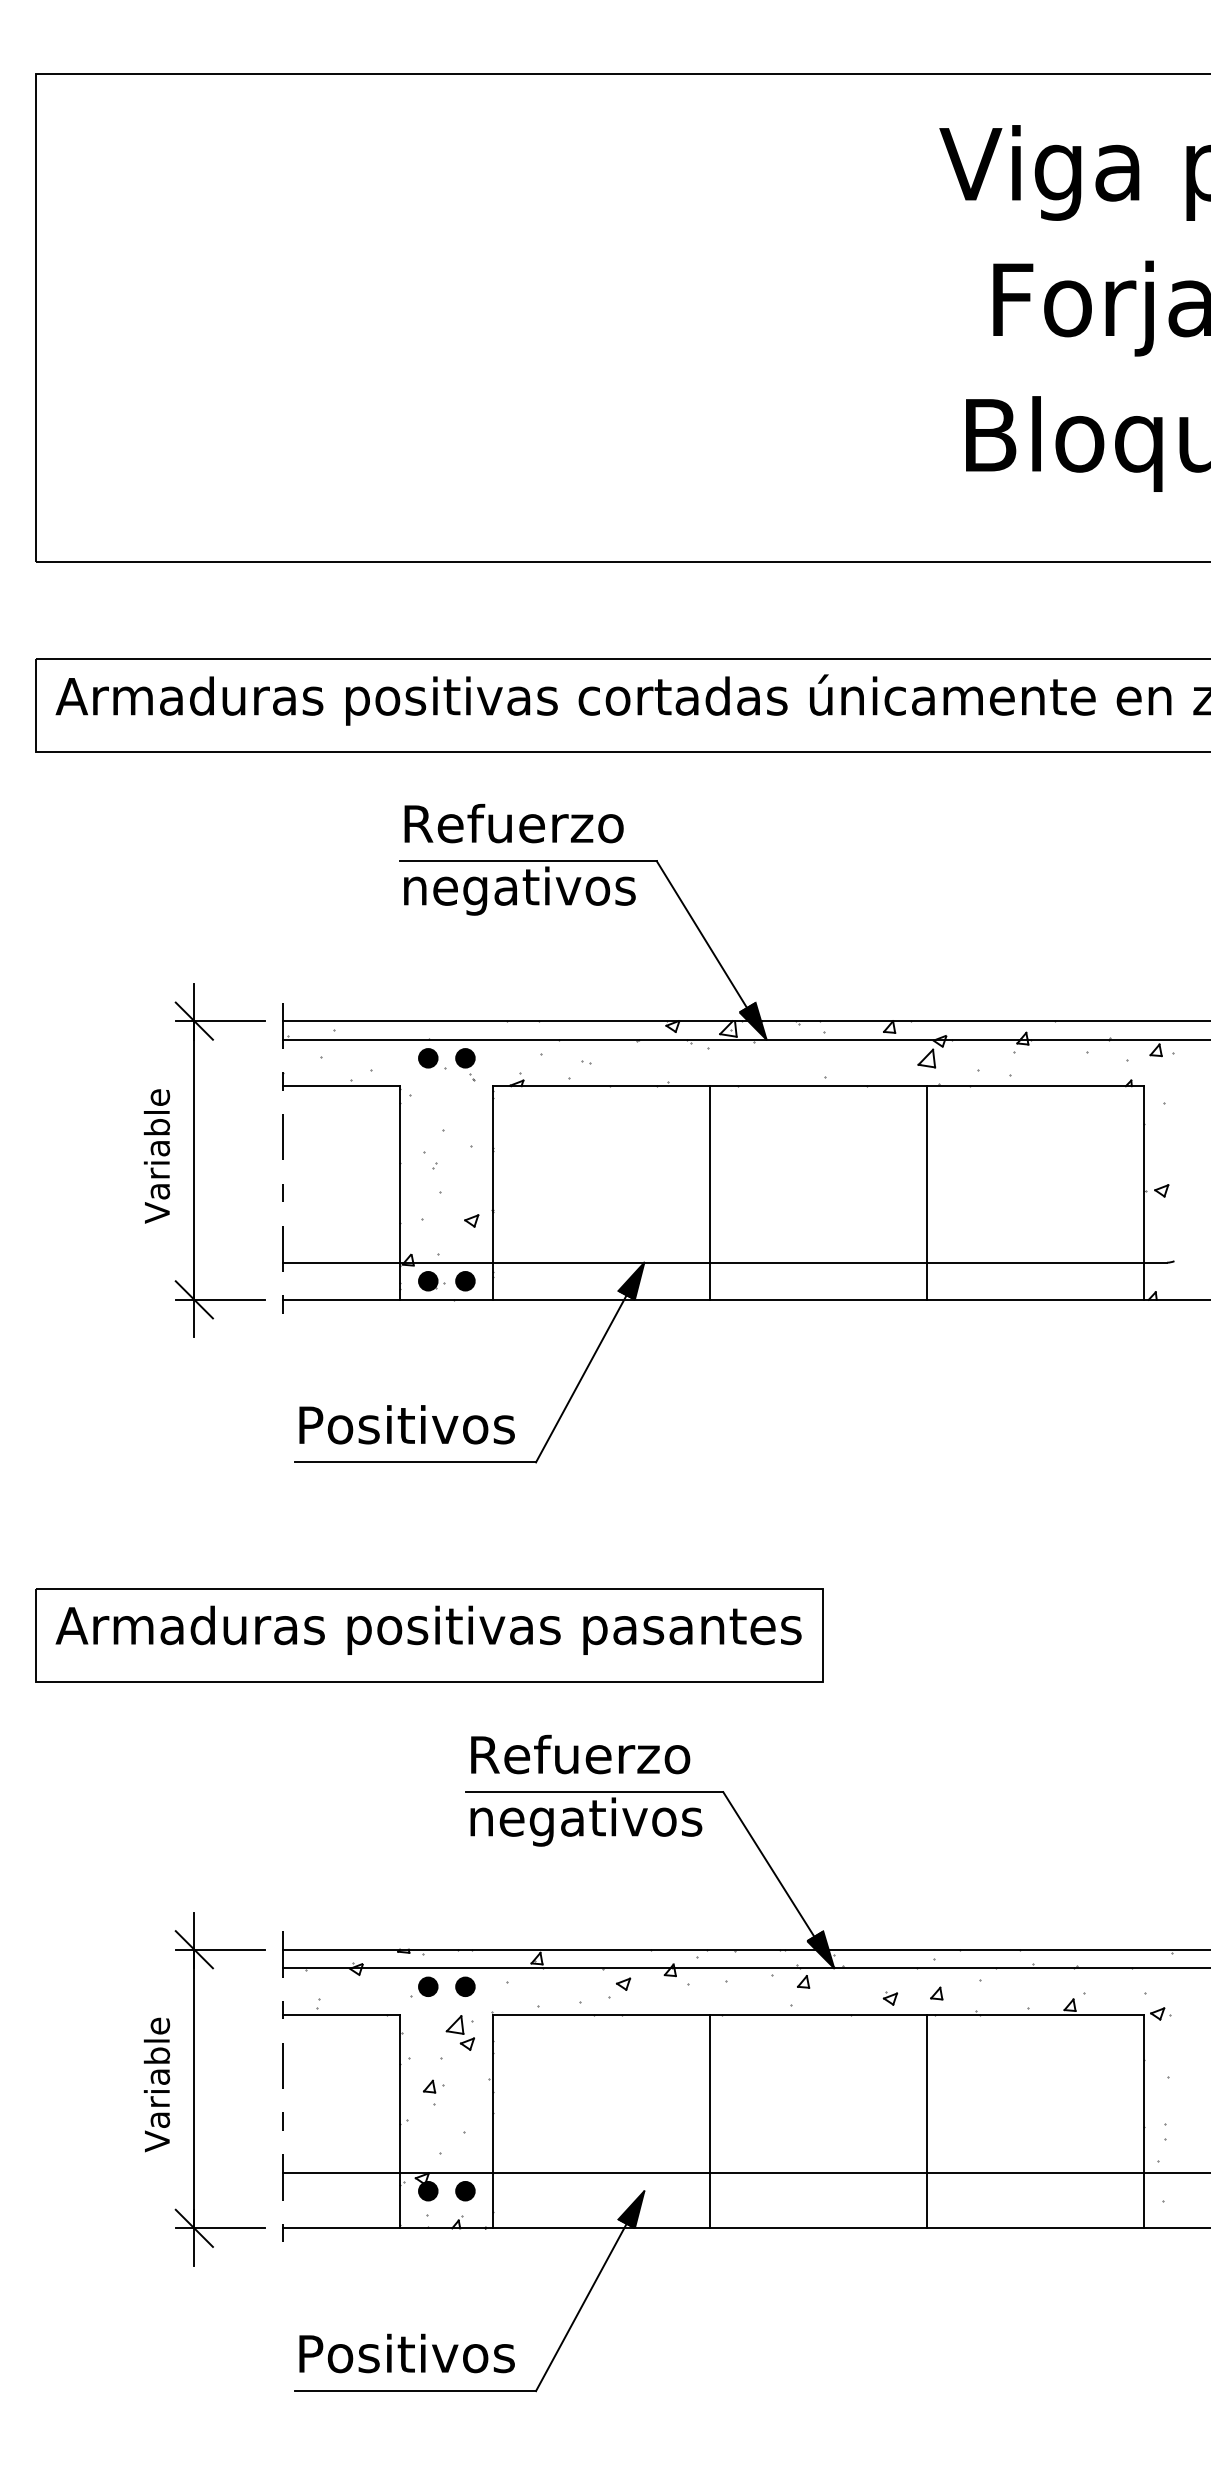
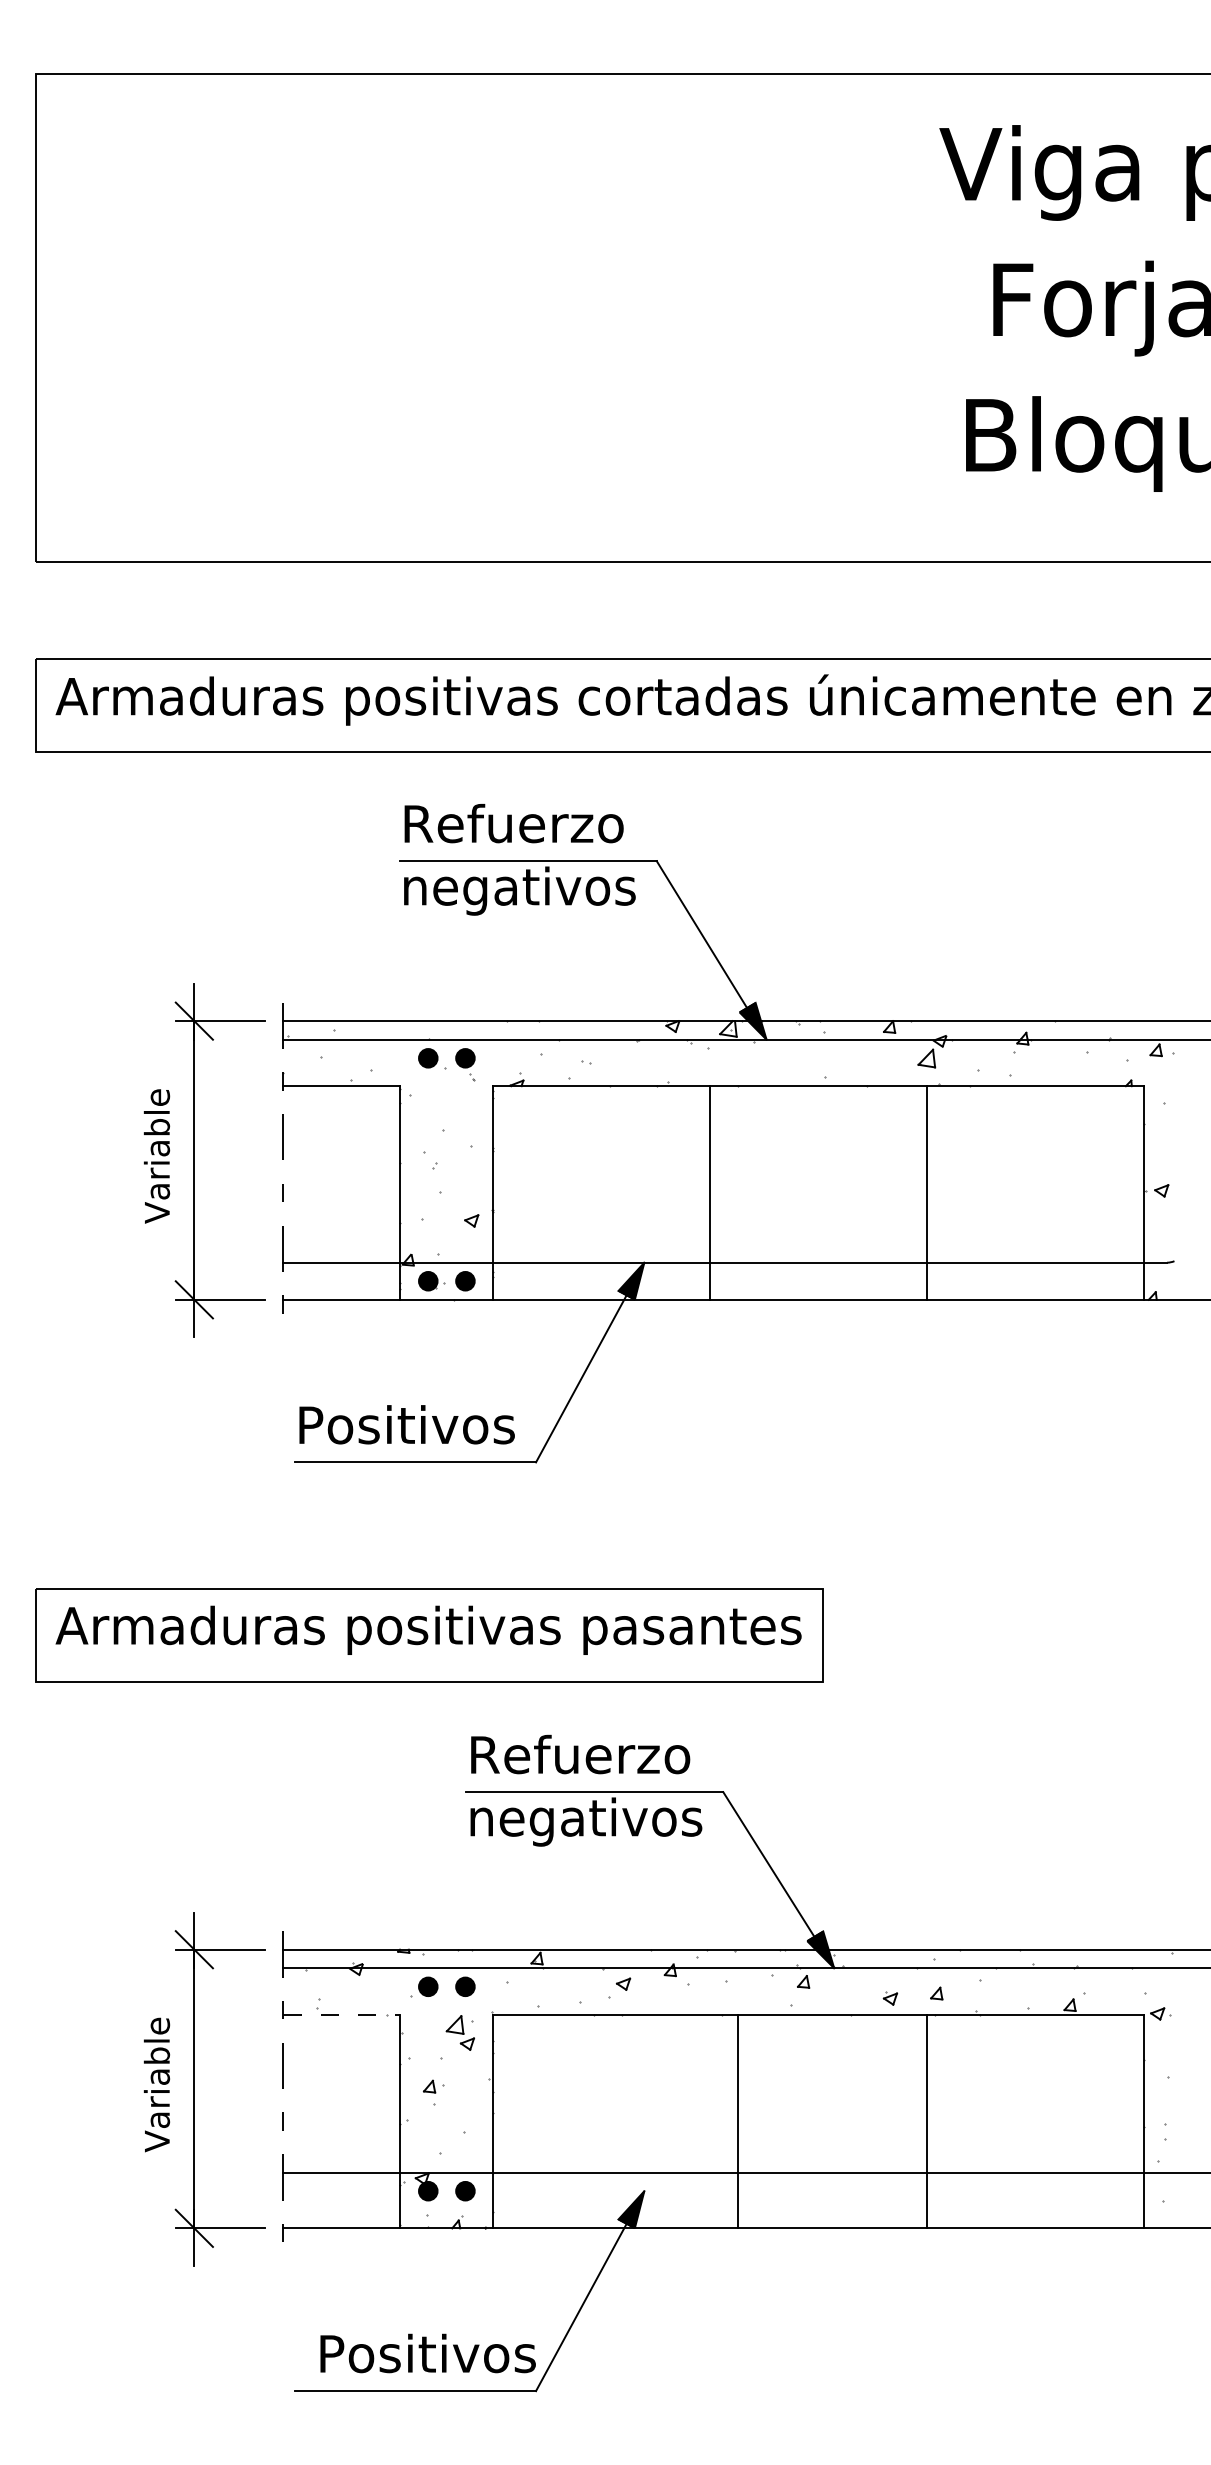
line at (341, 2014): solid -> dashed
line at (710, 2121) position: (710, 2121) -> (738, 2121)
text at (406, 2353) position: (406, 2353) -> (427, 2353)
